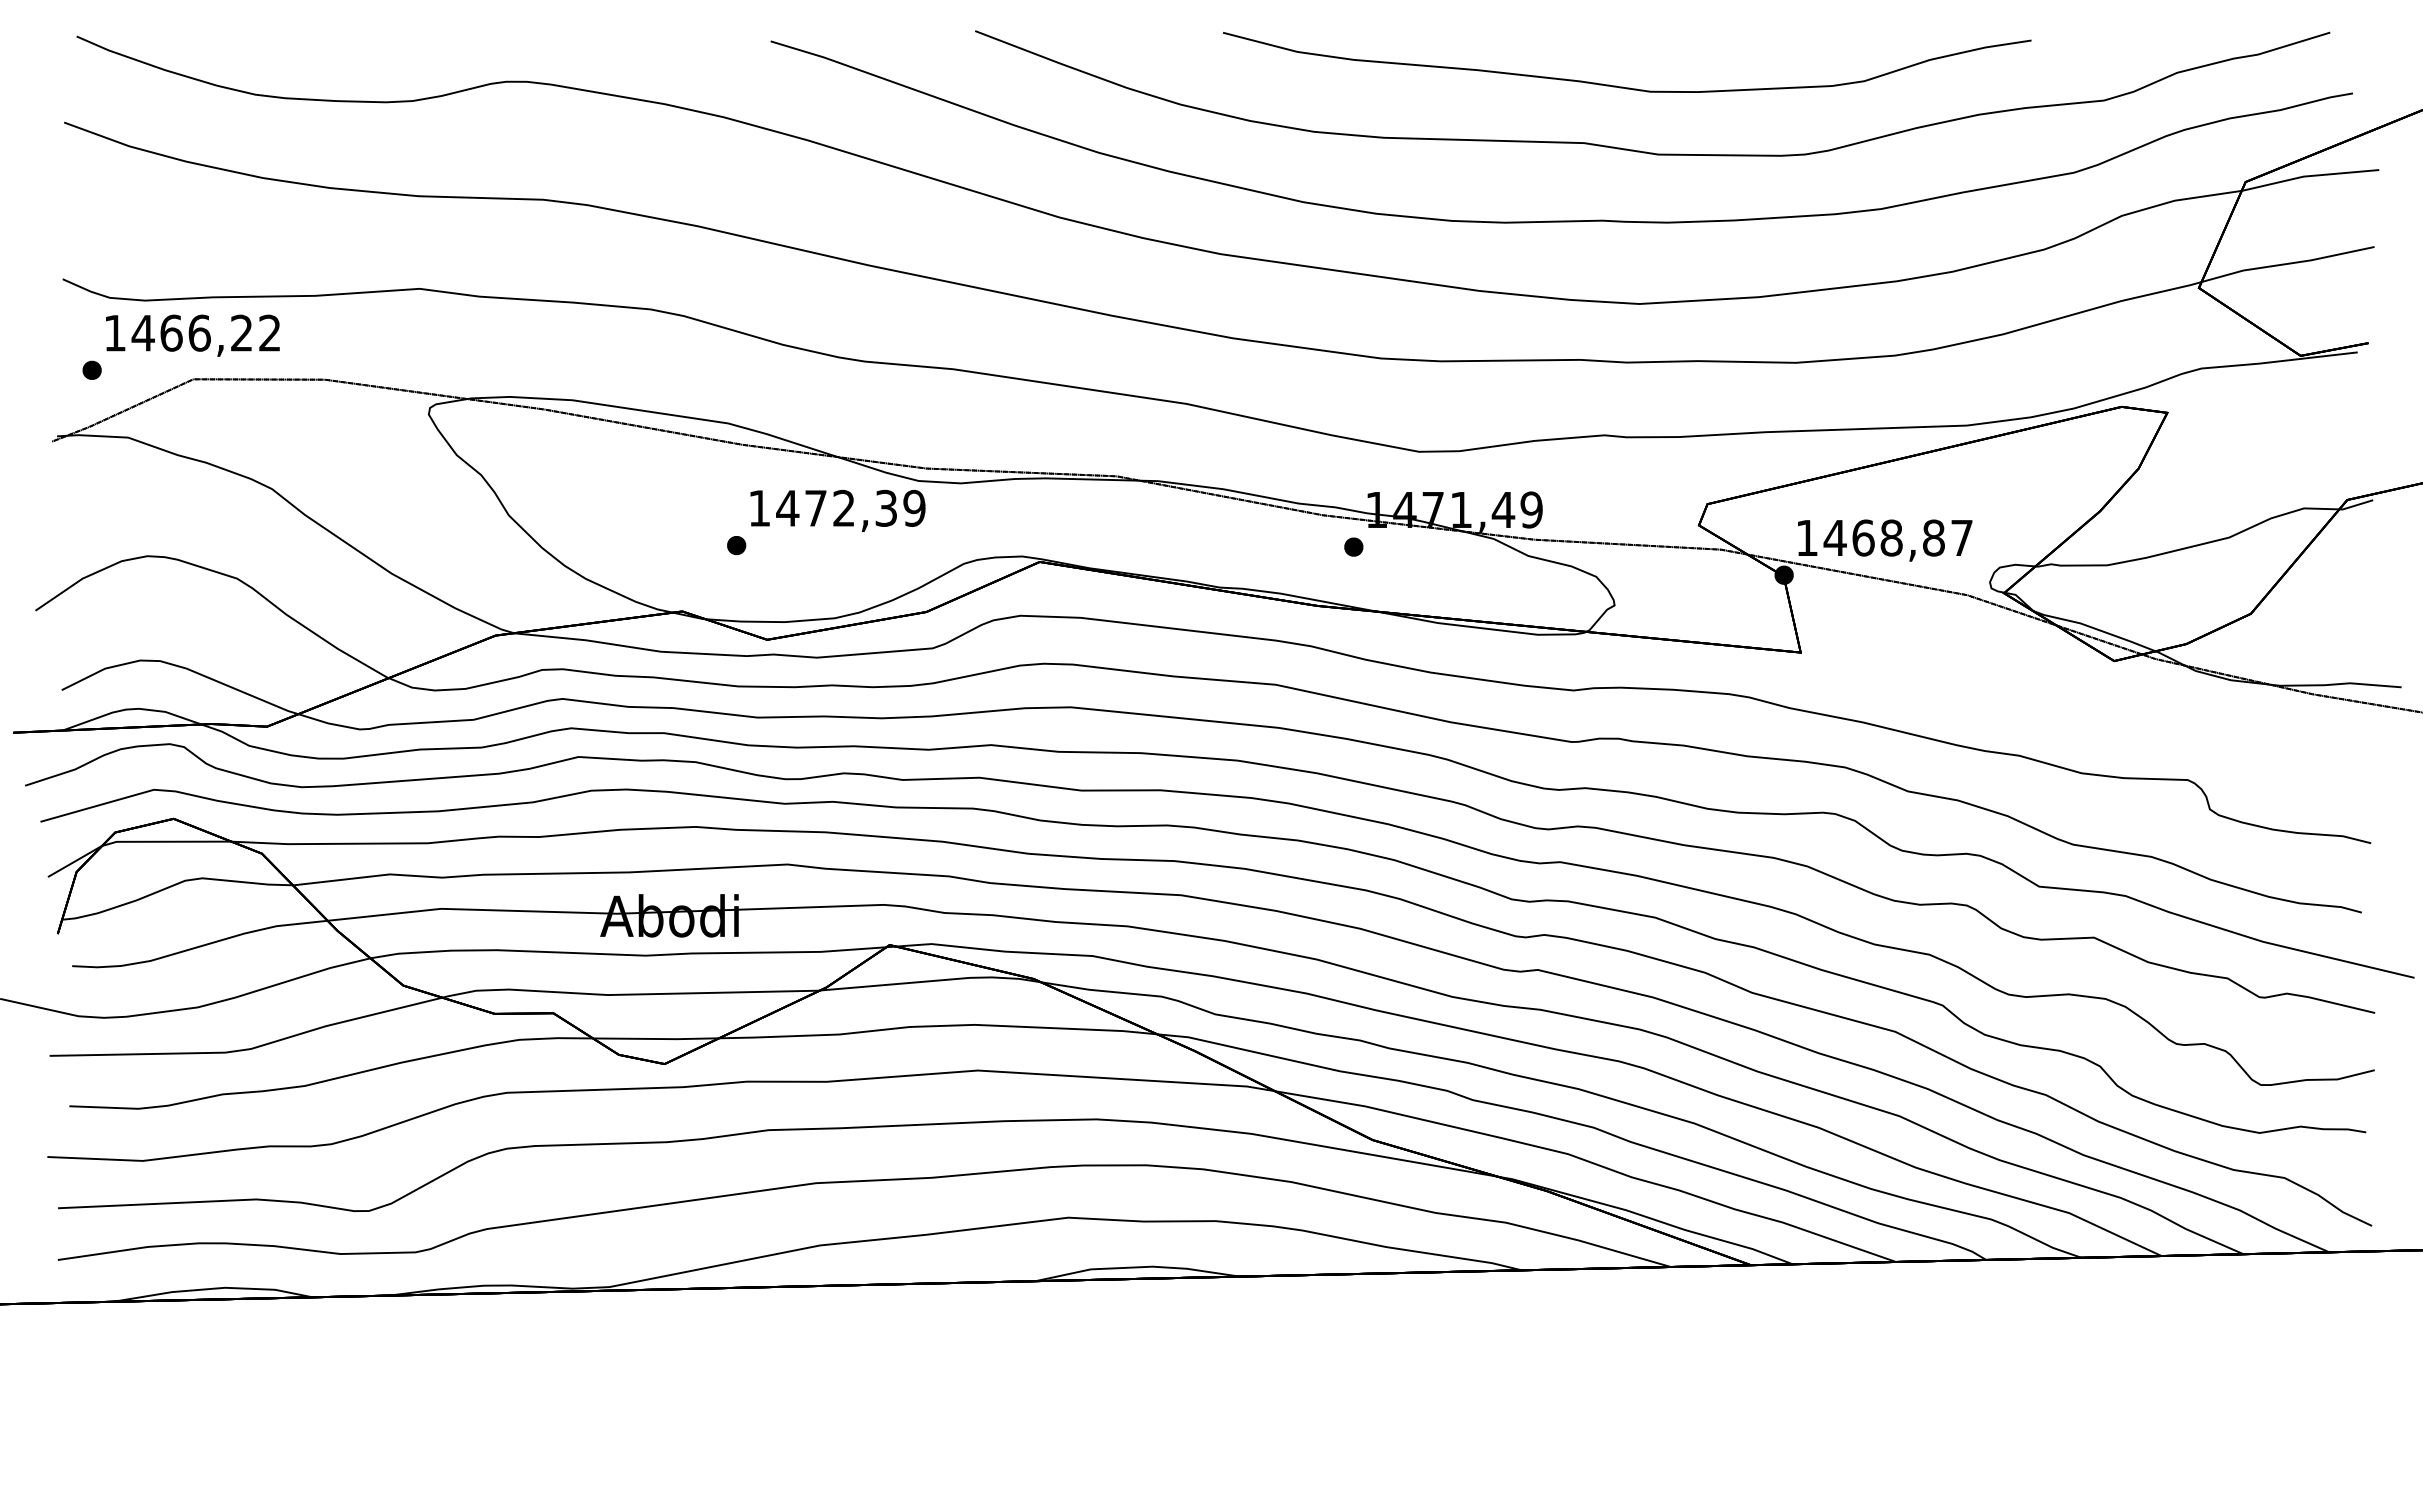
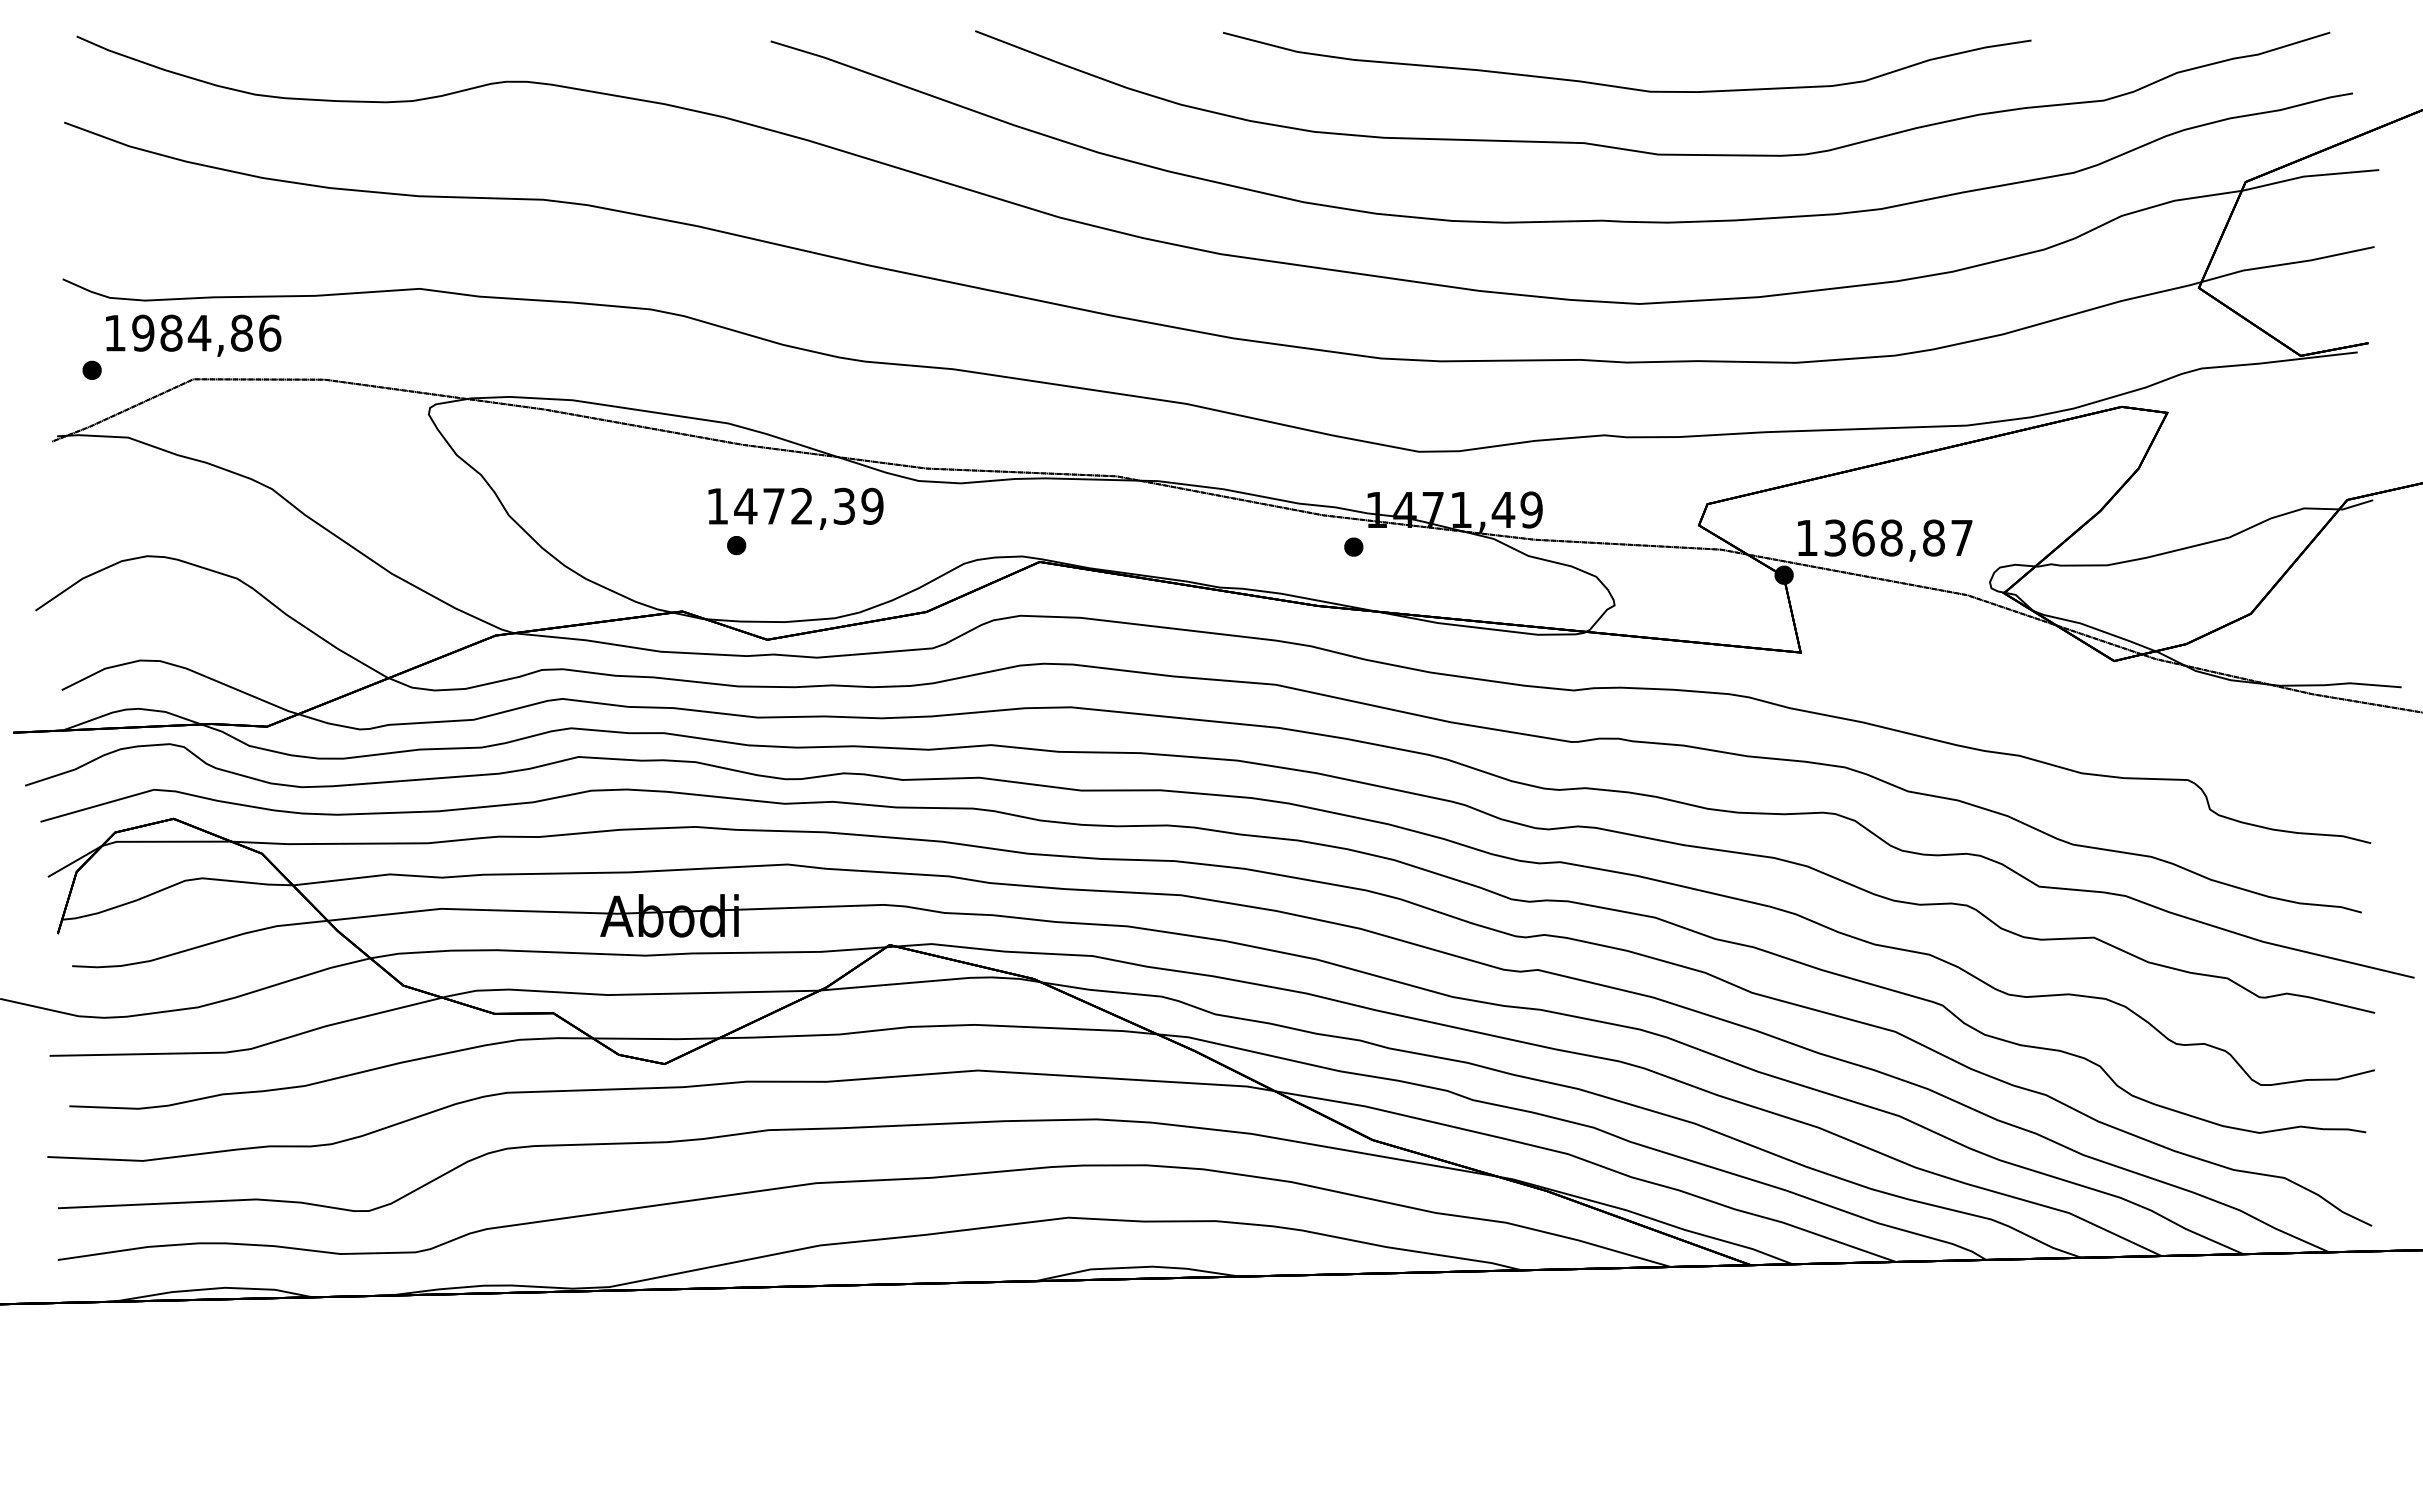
text at (206, 332): 1466,22 -> 1984,86
text at (837, 510) position: (837, 510) -> (795, 508)
text at (1834, 537): 1468,87 -> 1368,87
